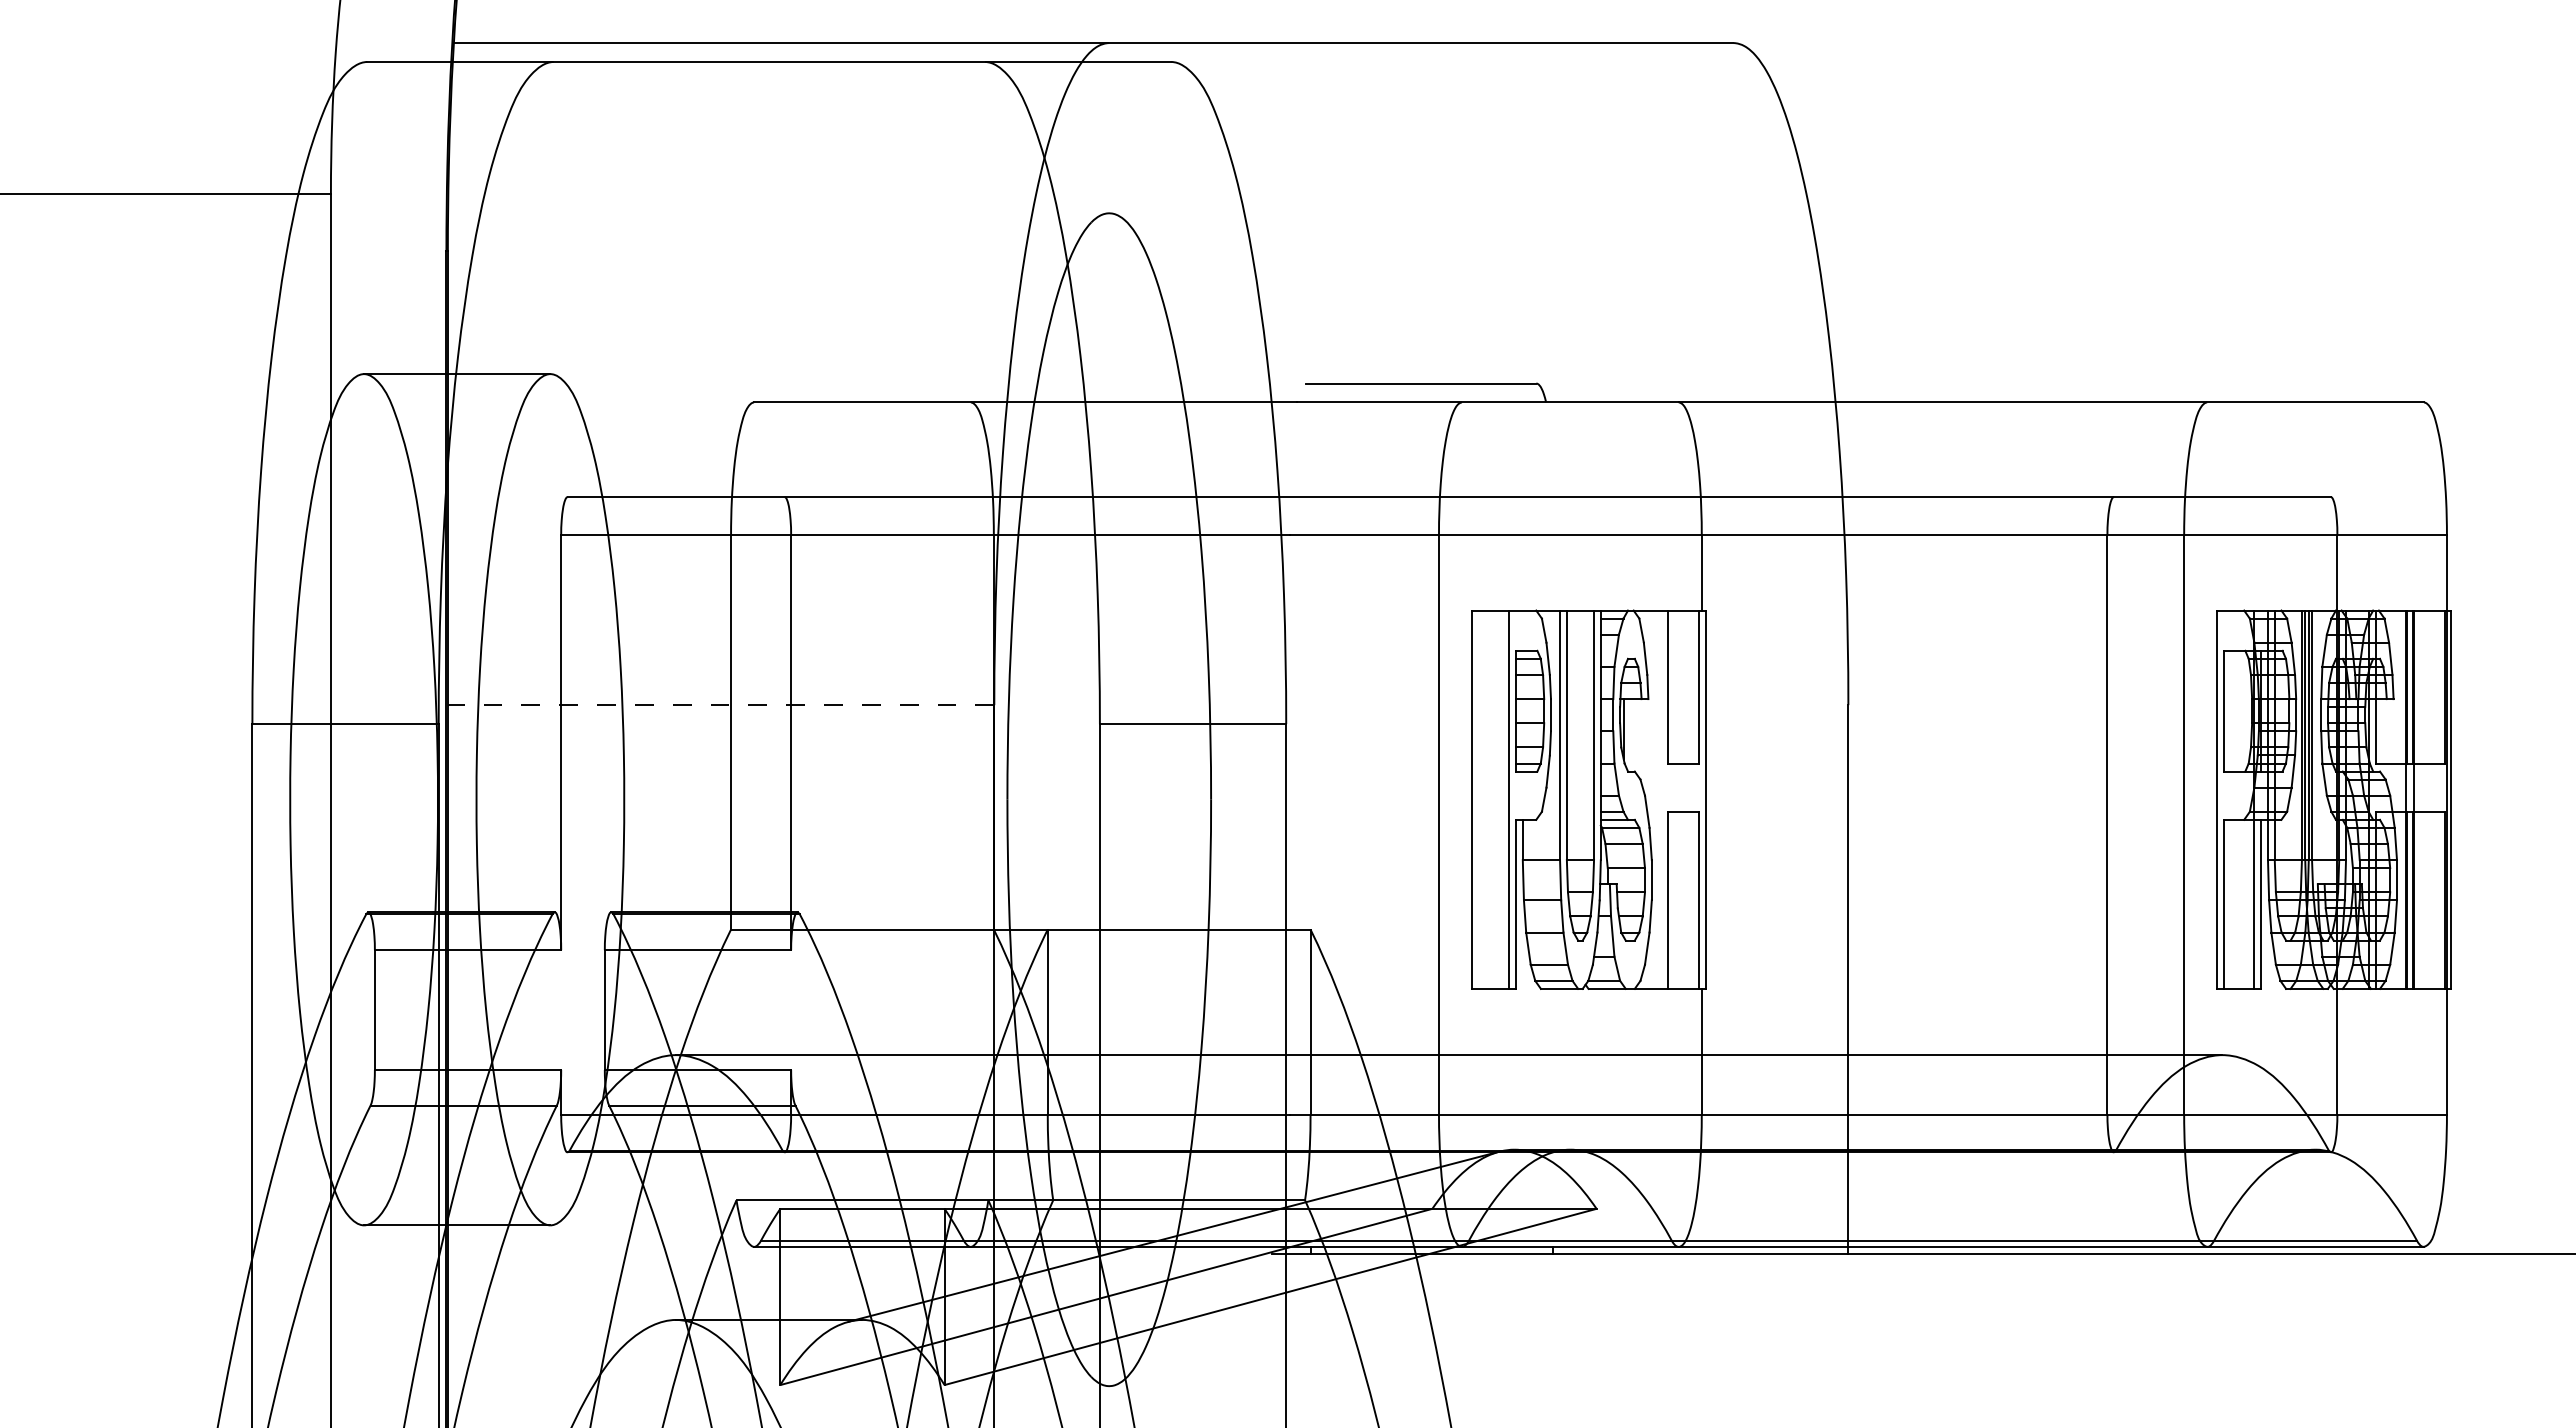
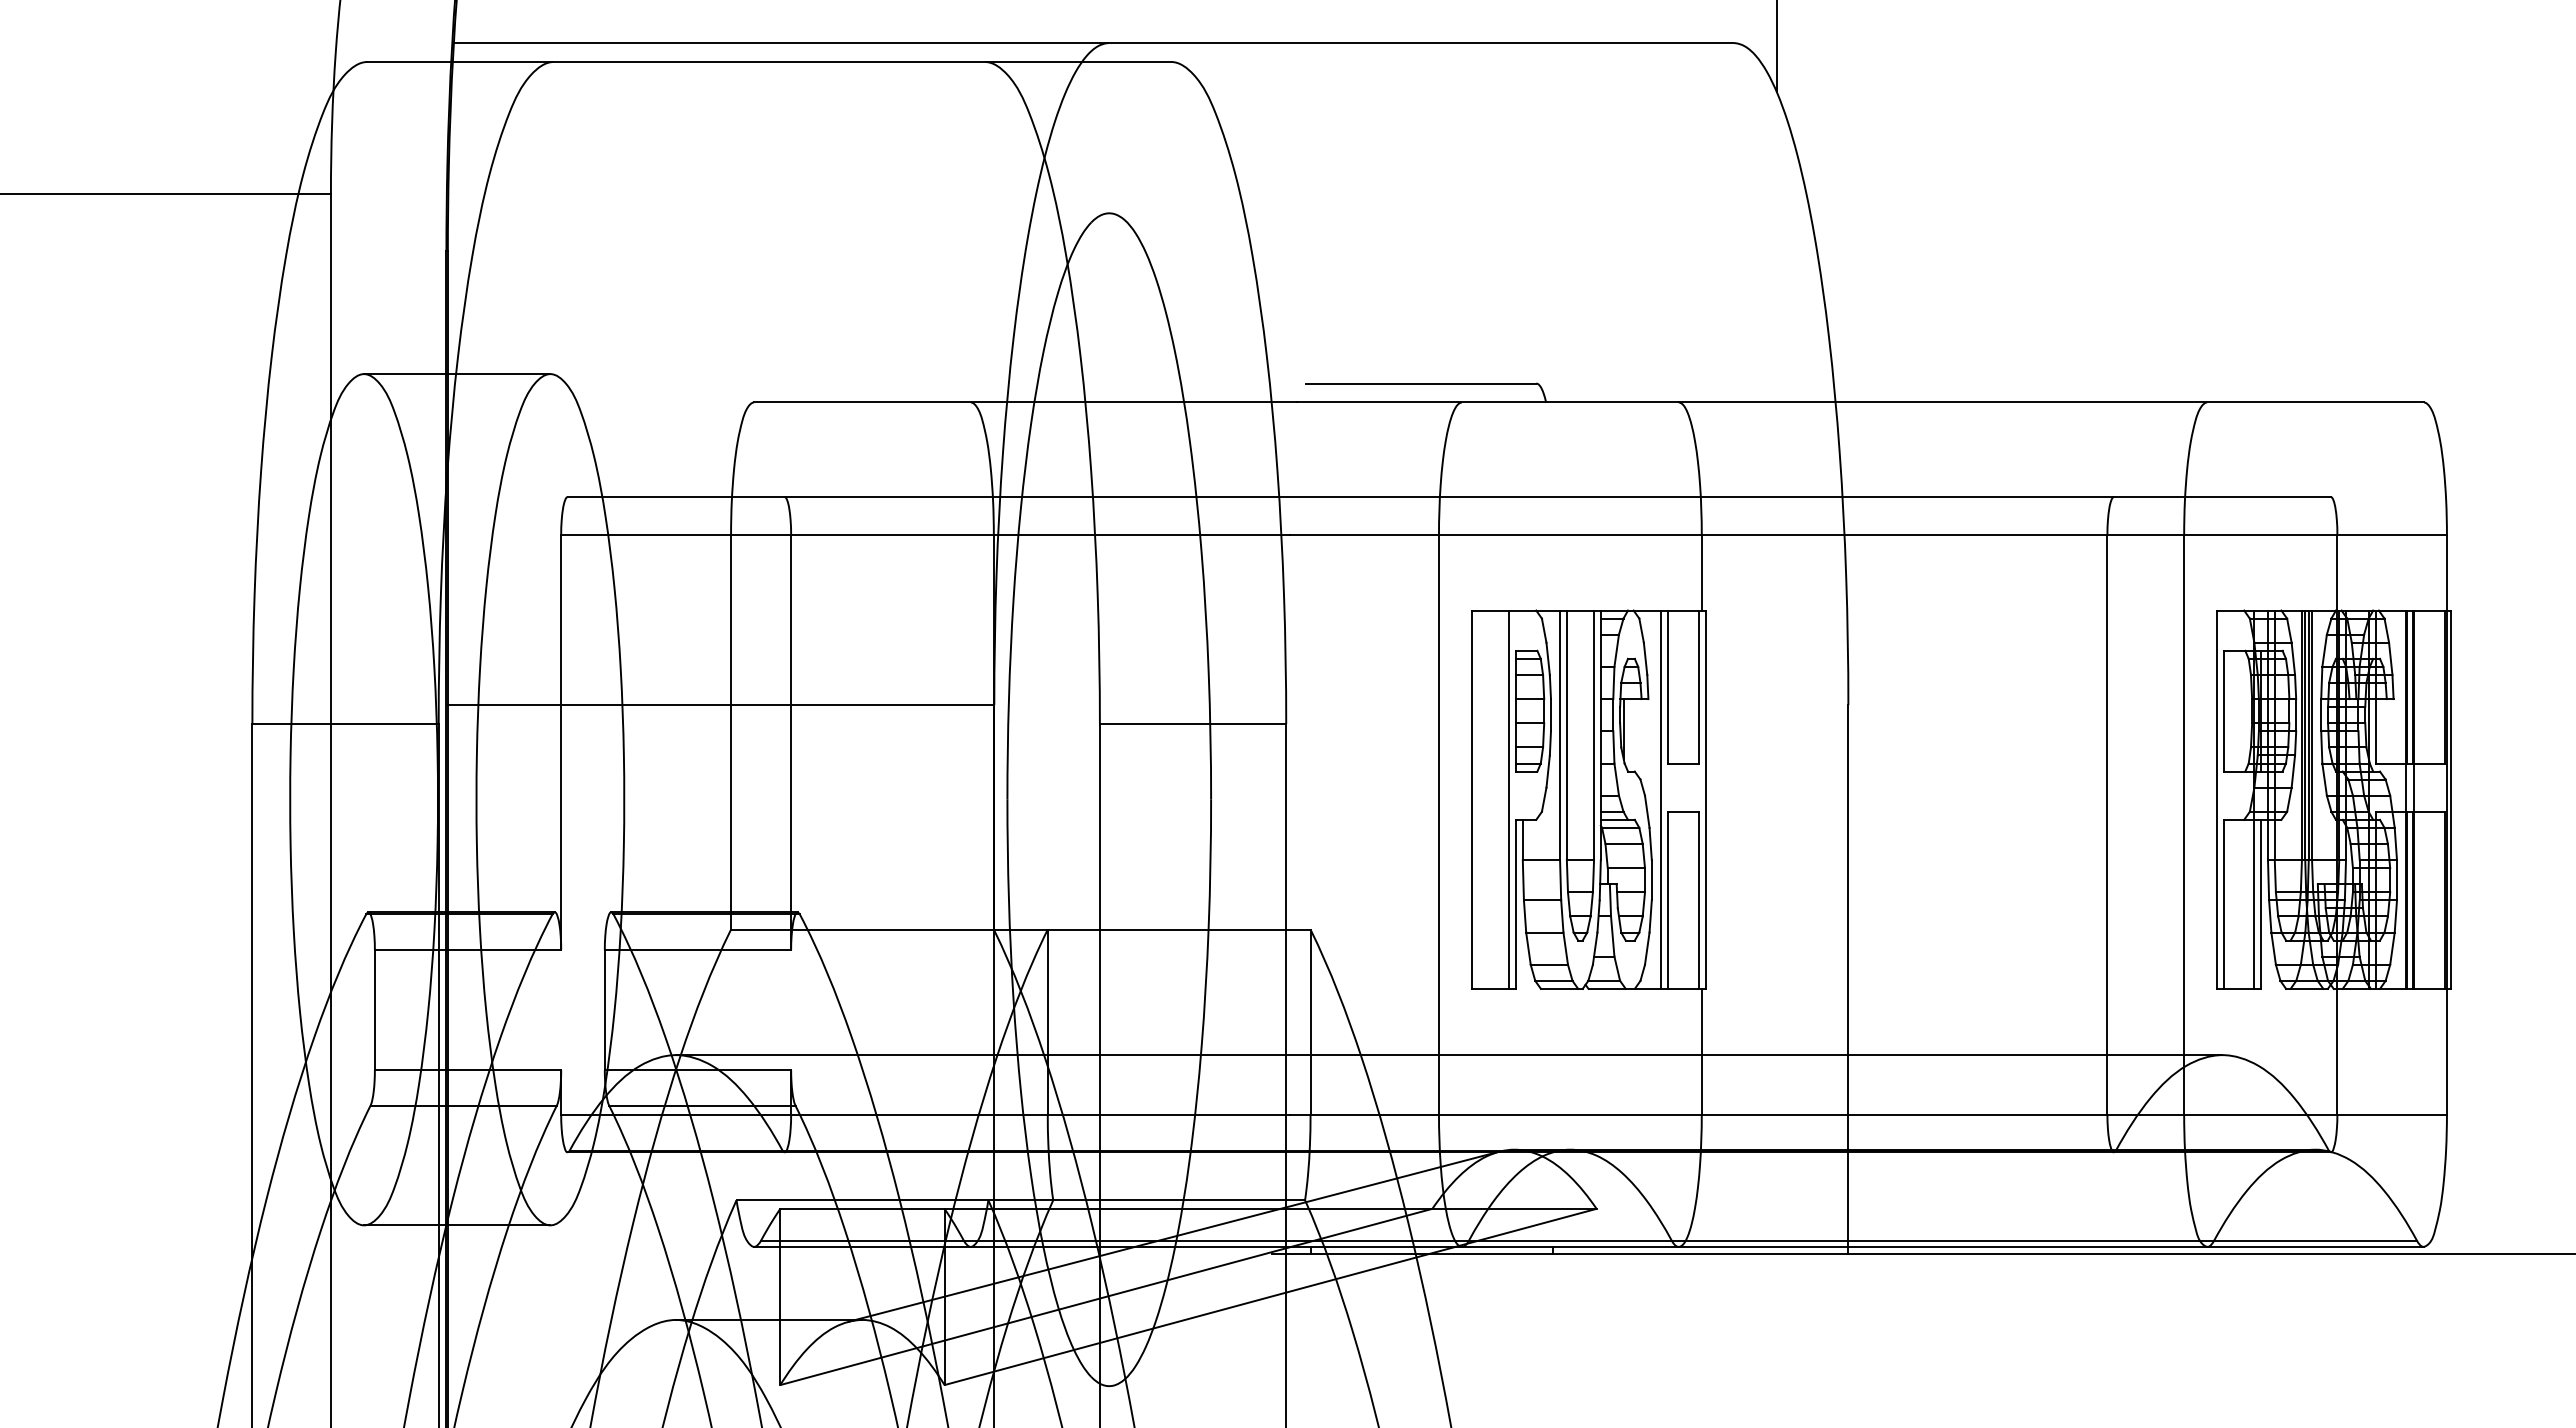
line at (1776, 47): none -> present
line at (720, 705): dashed -> solid
line at (1660, 799): none -> present
